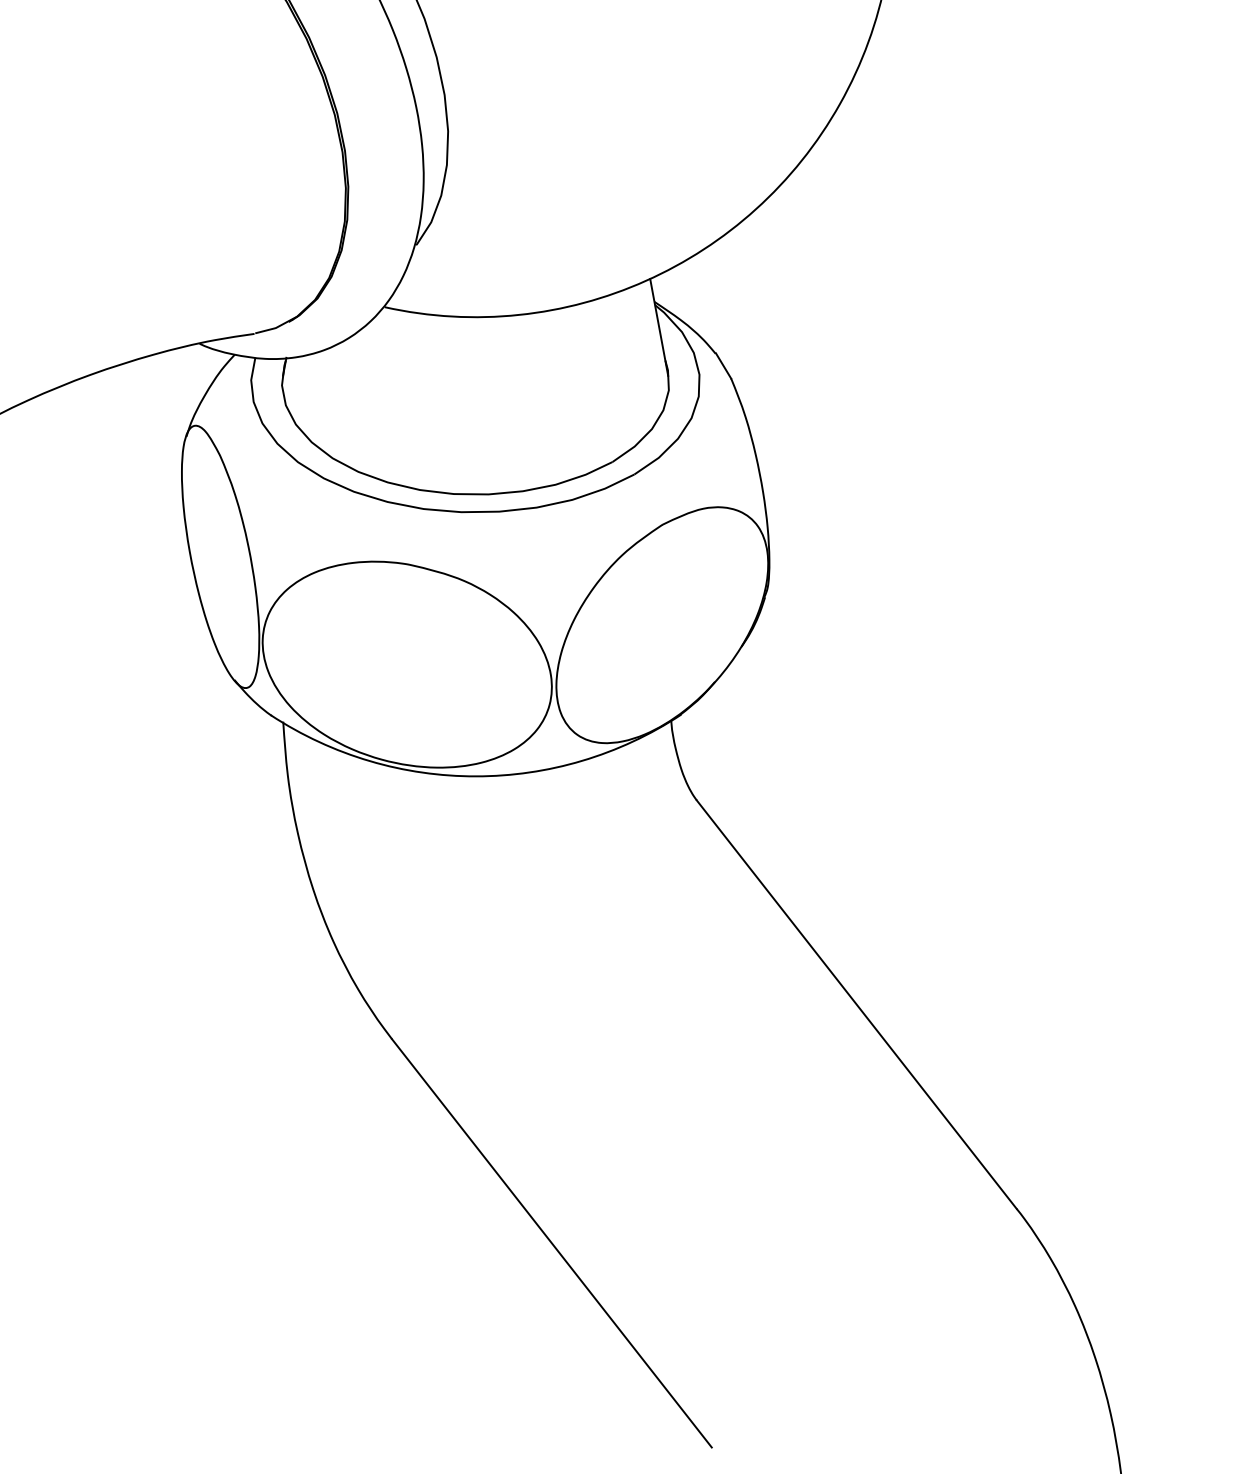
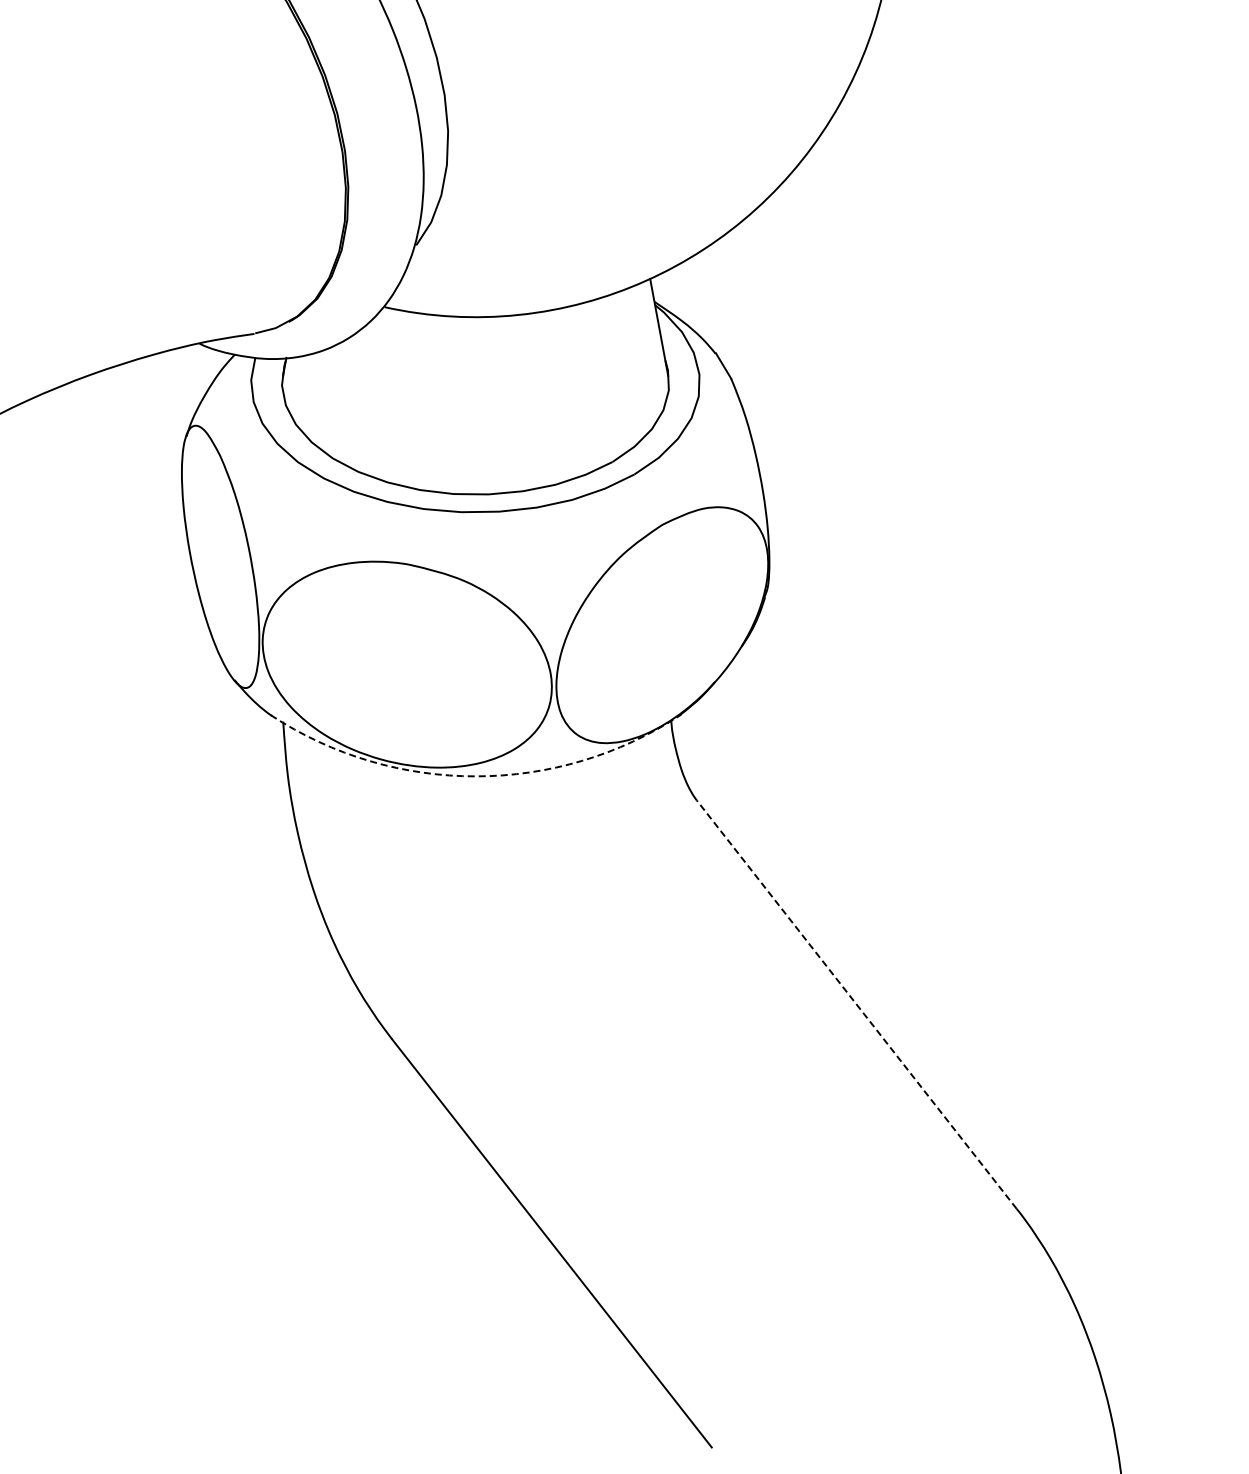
arc at (476, 776): solid -> dashed
line at (856, 1004): solid -> dashed
